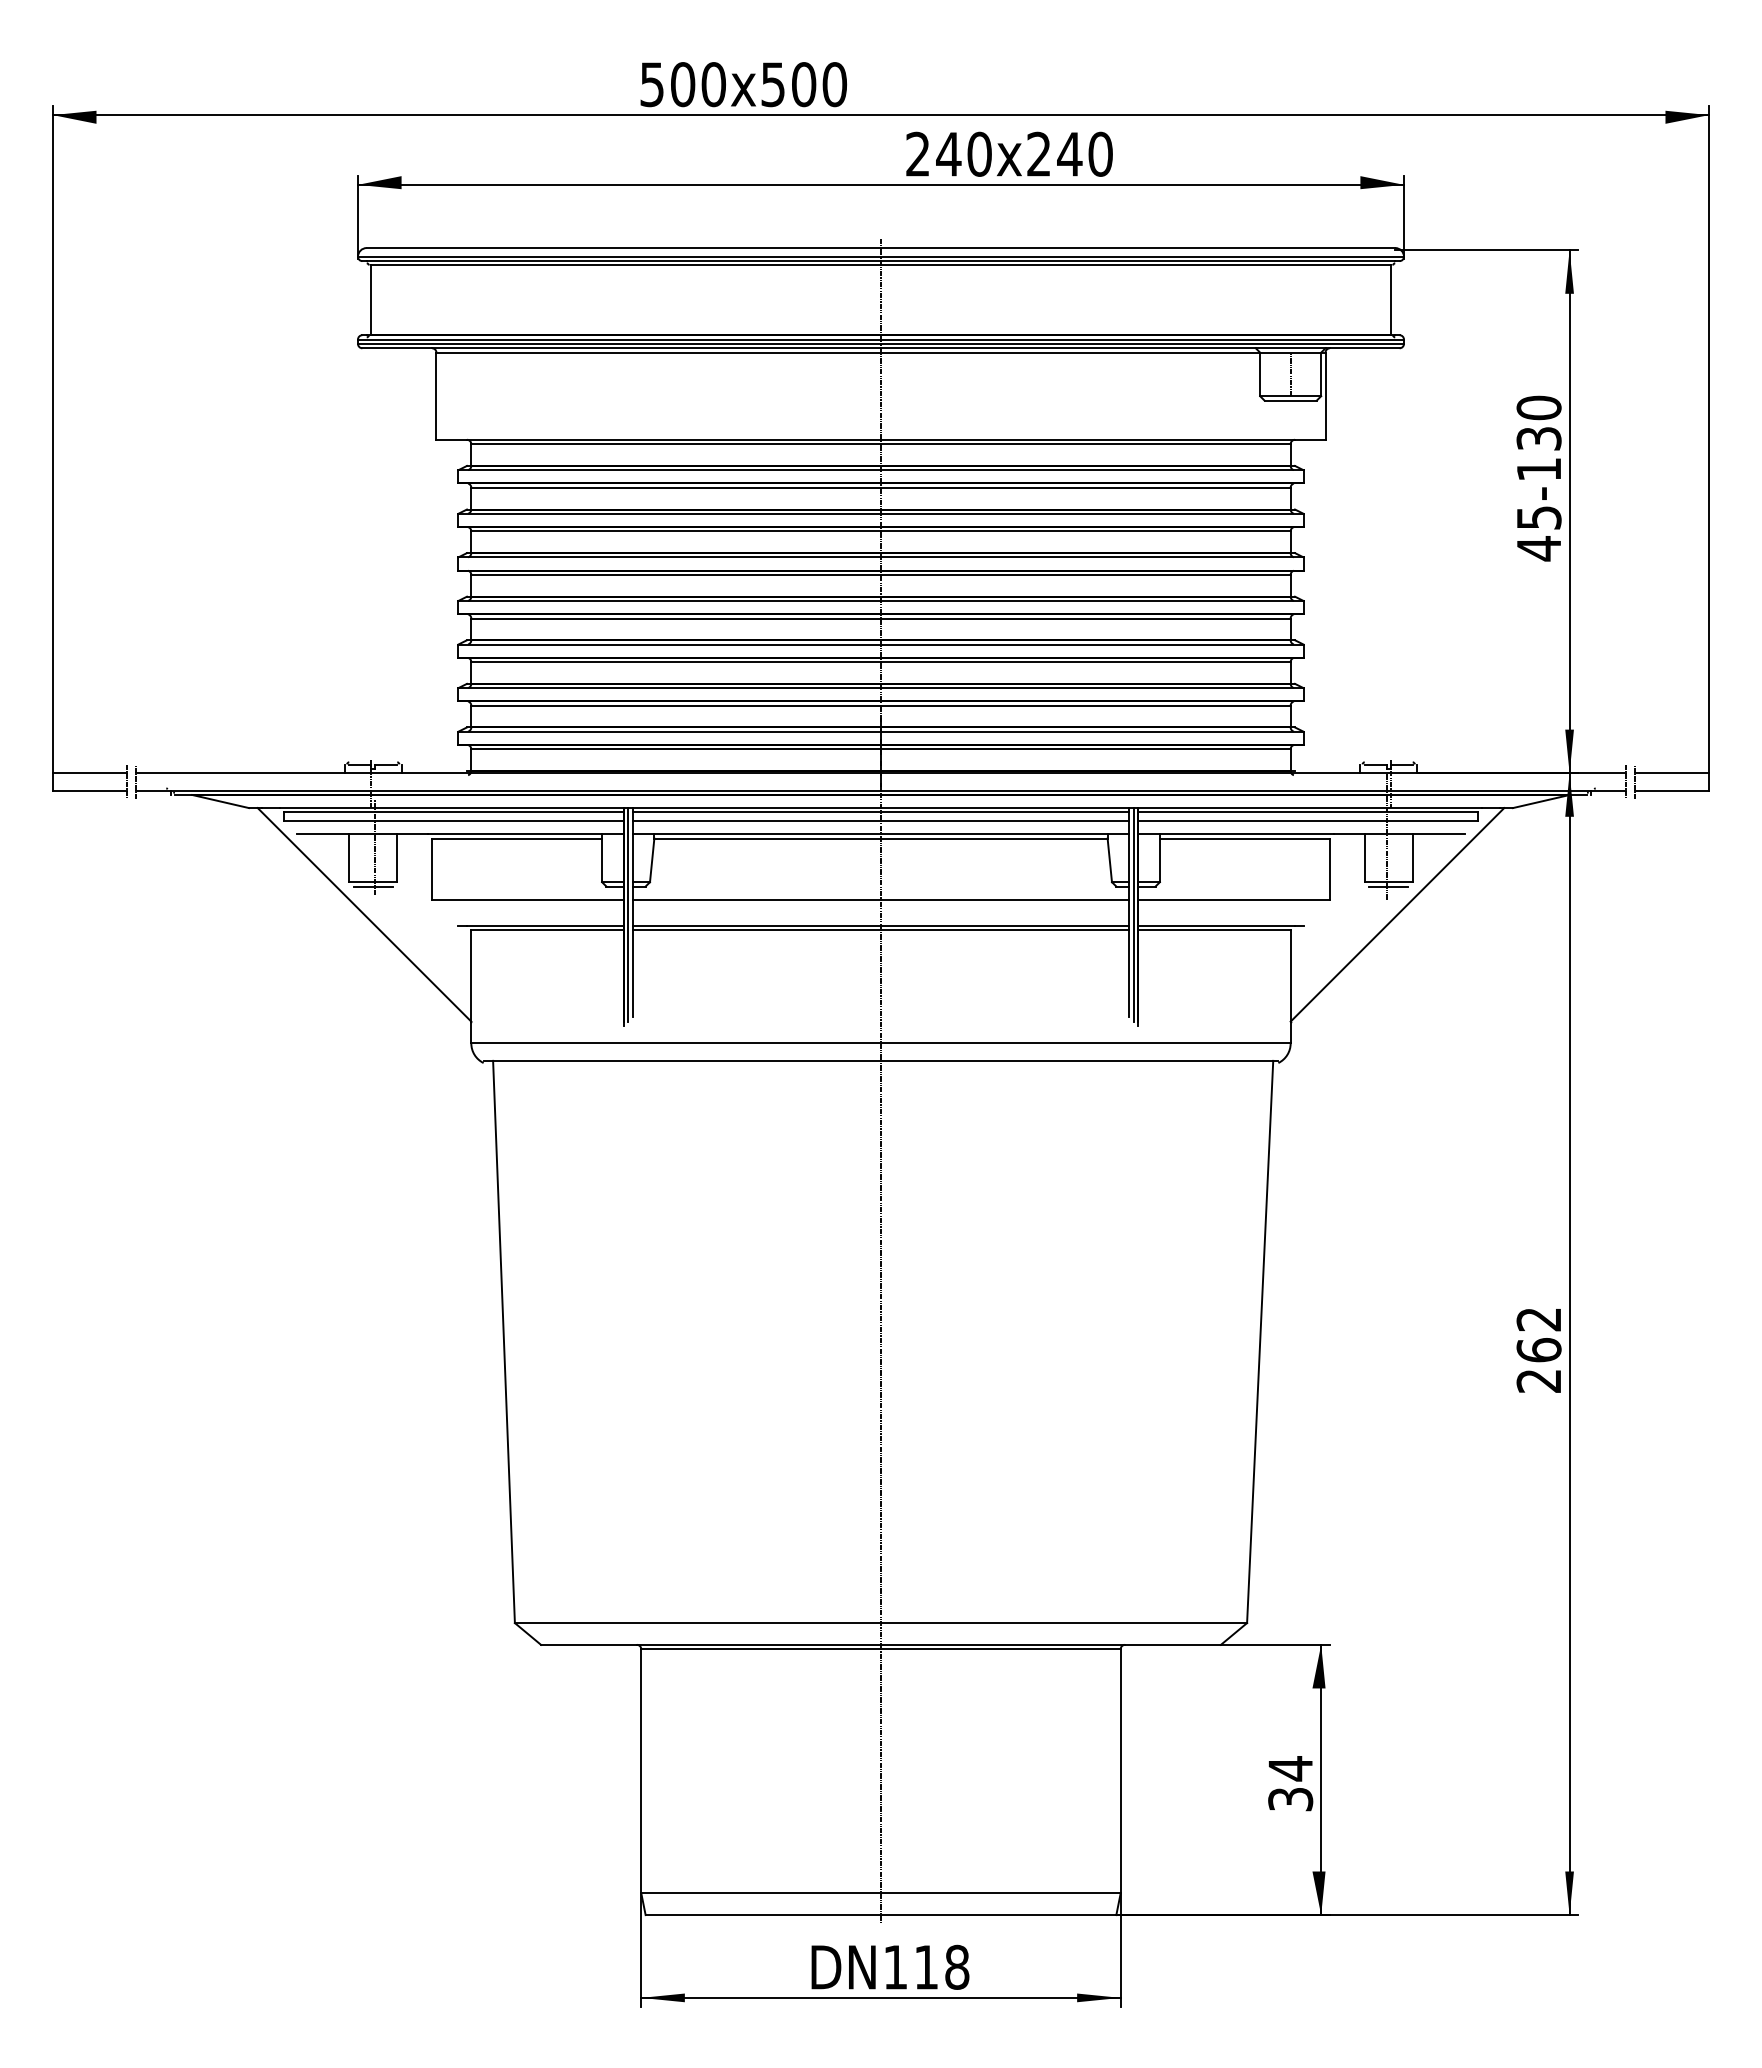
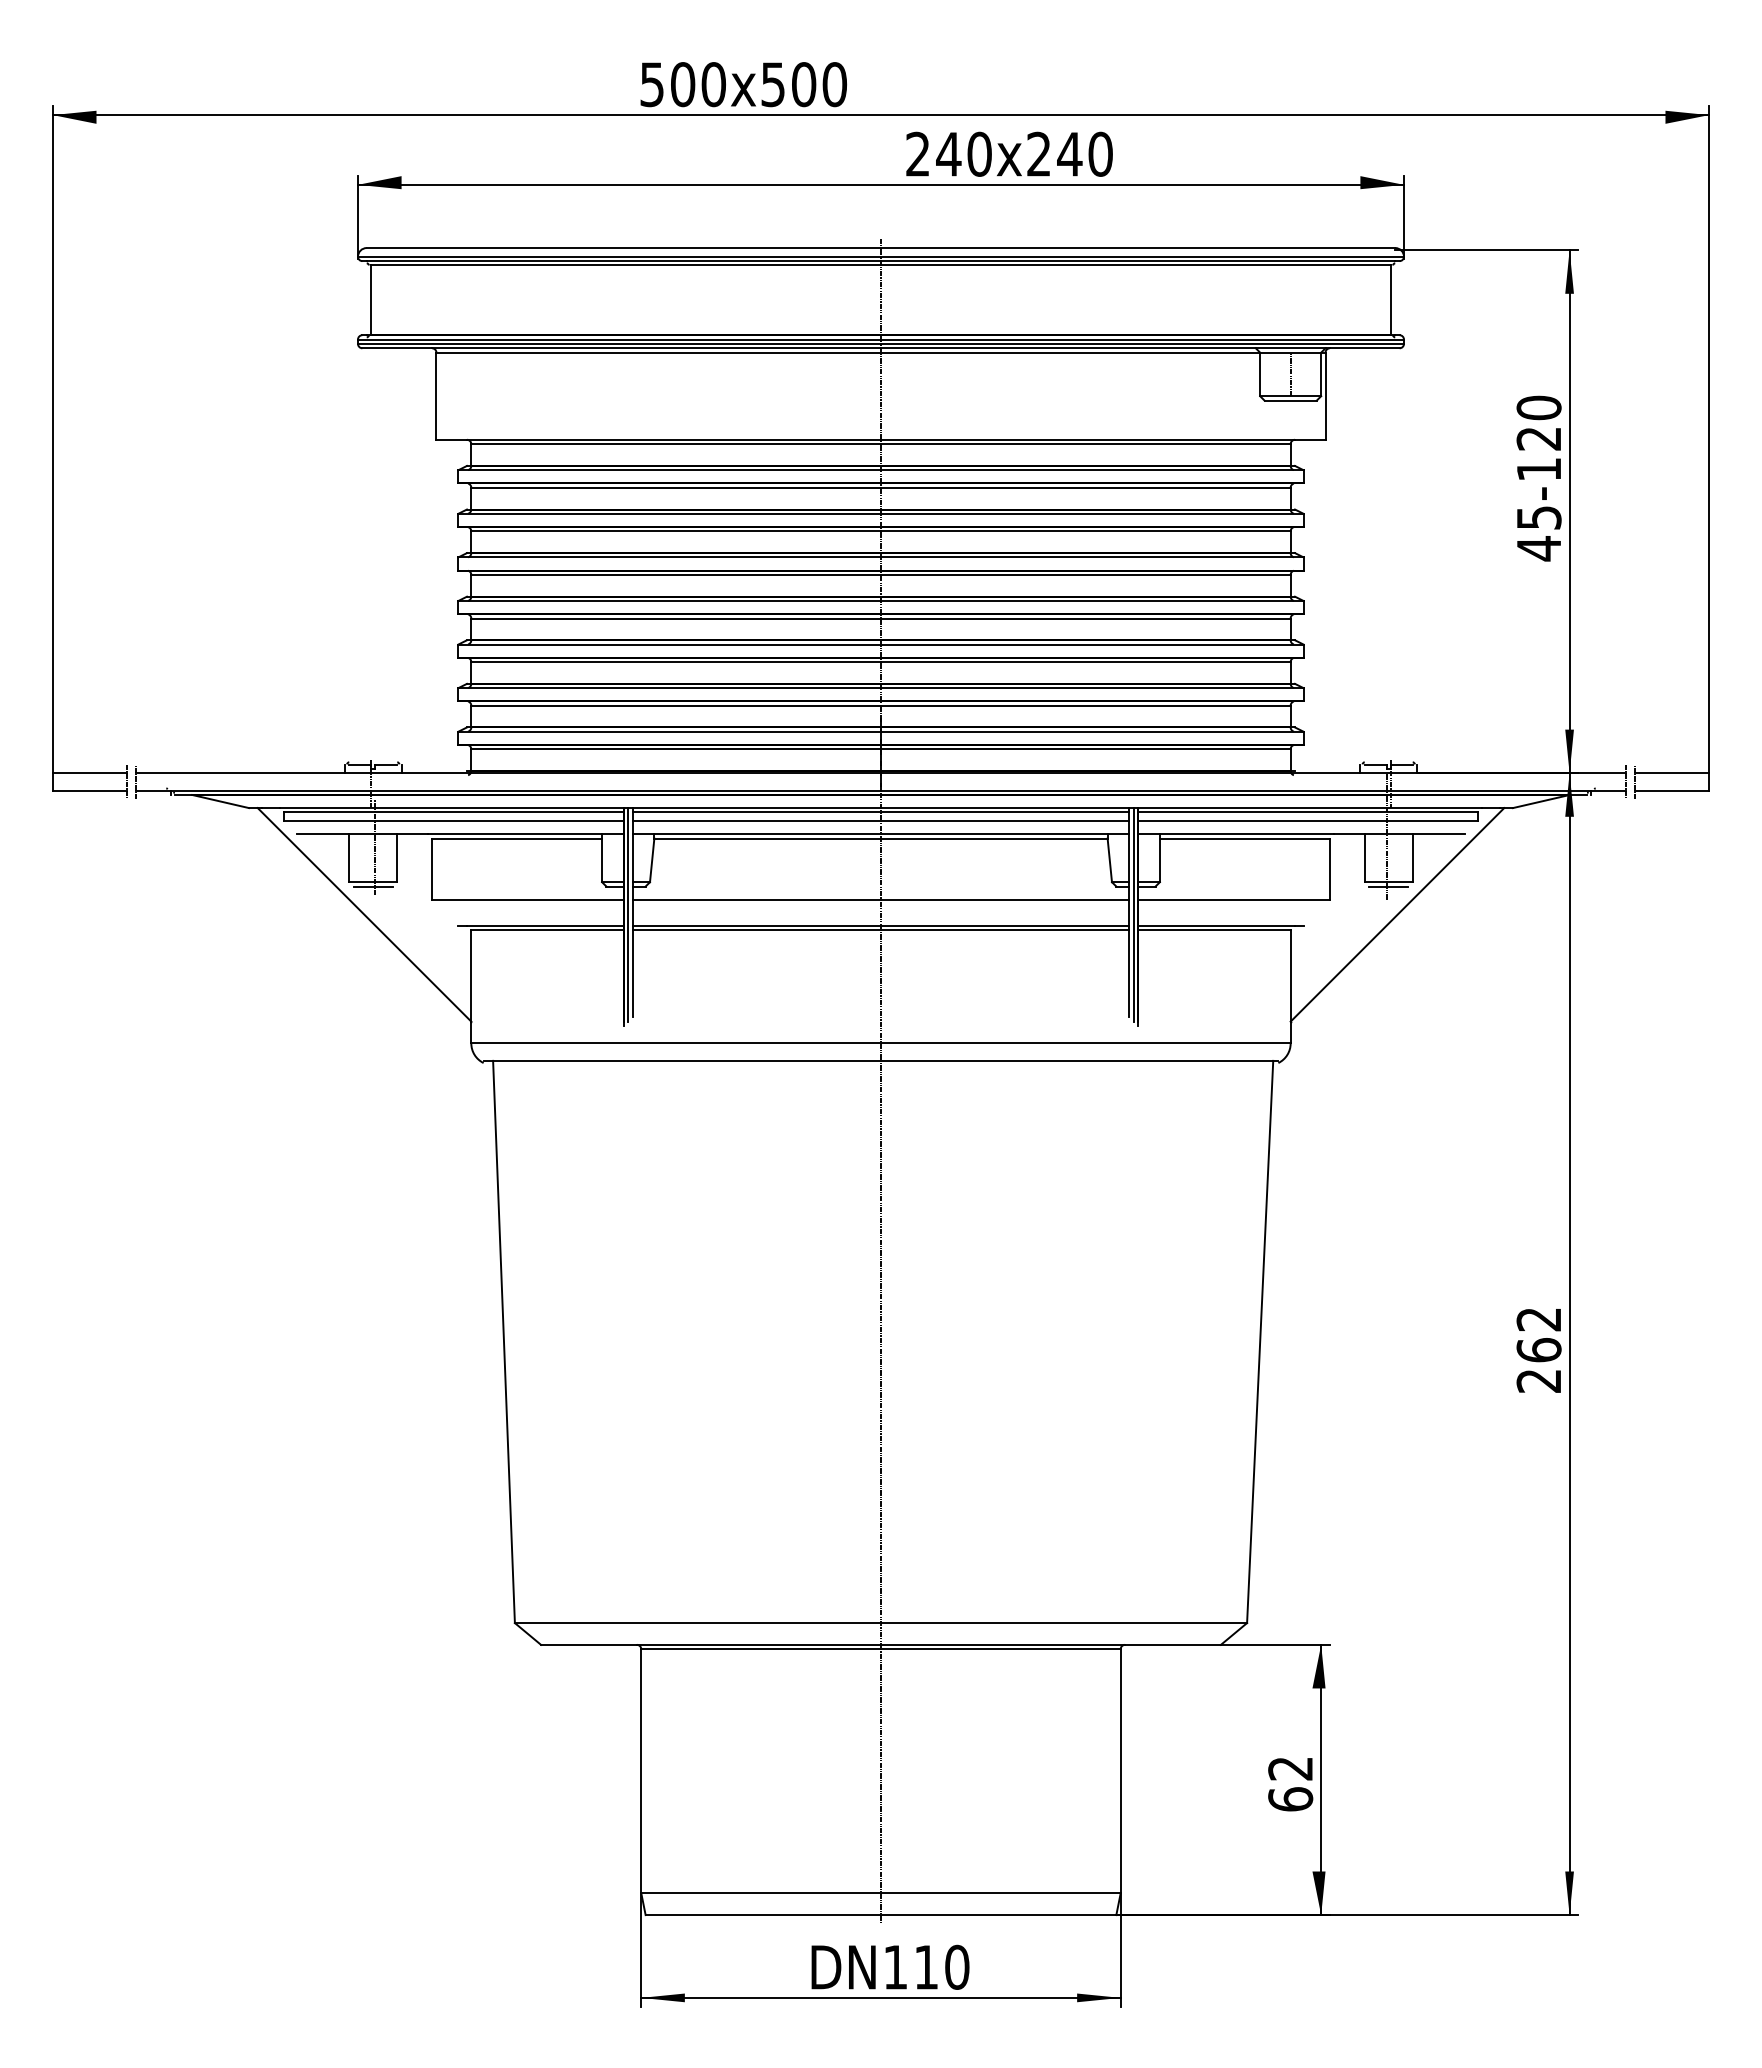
text at (1538, 438): 130 -> 120
text at (1290, 1783): 34 -> 62
text at (957, 1967): 118 -> 110
